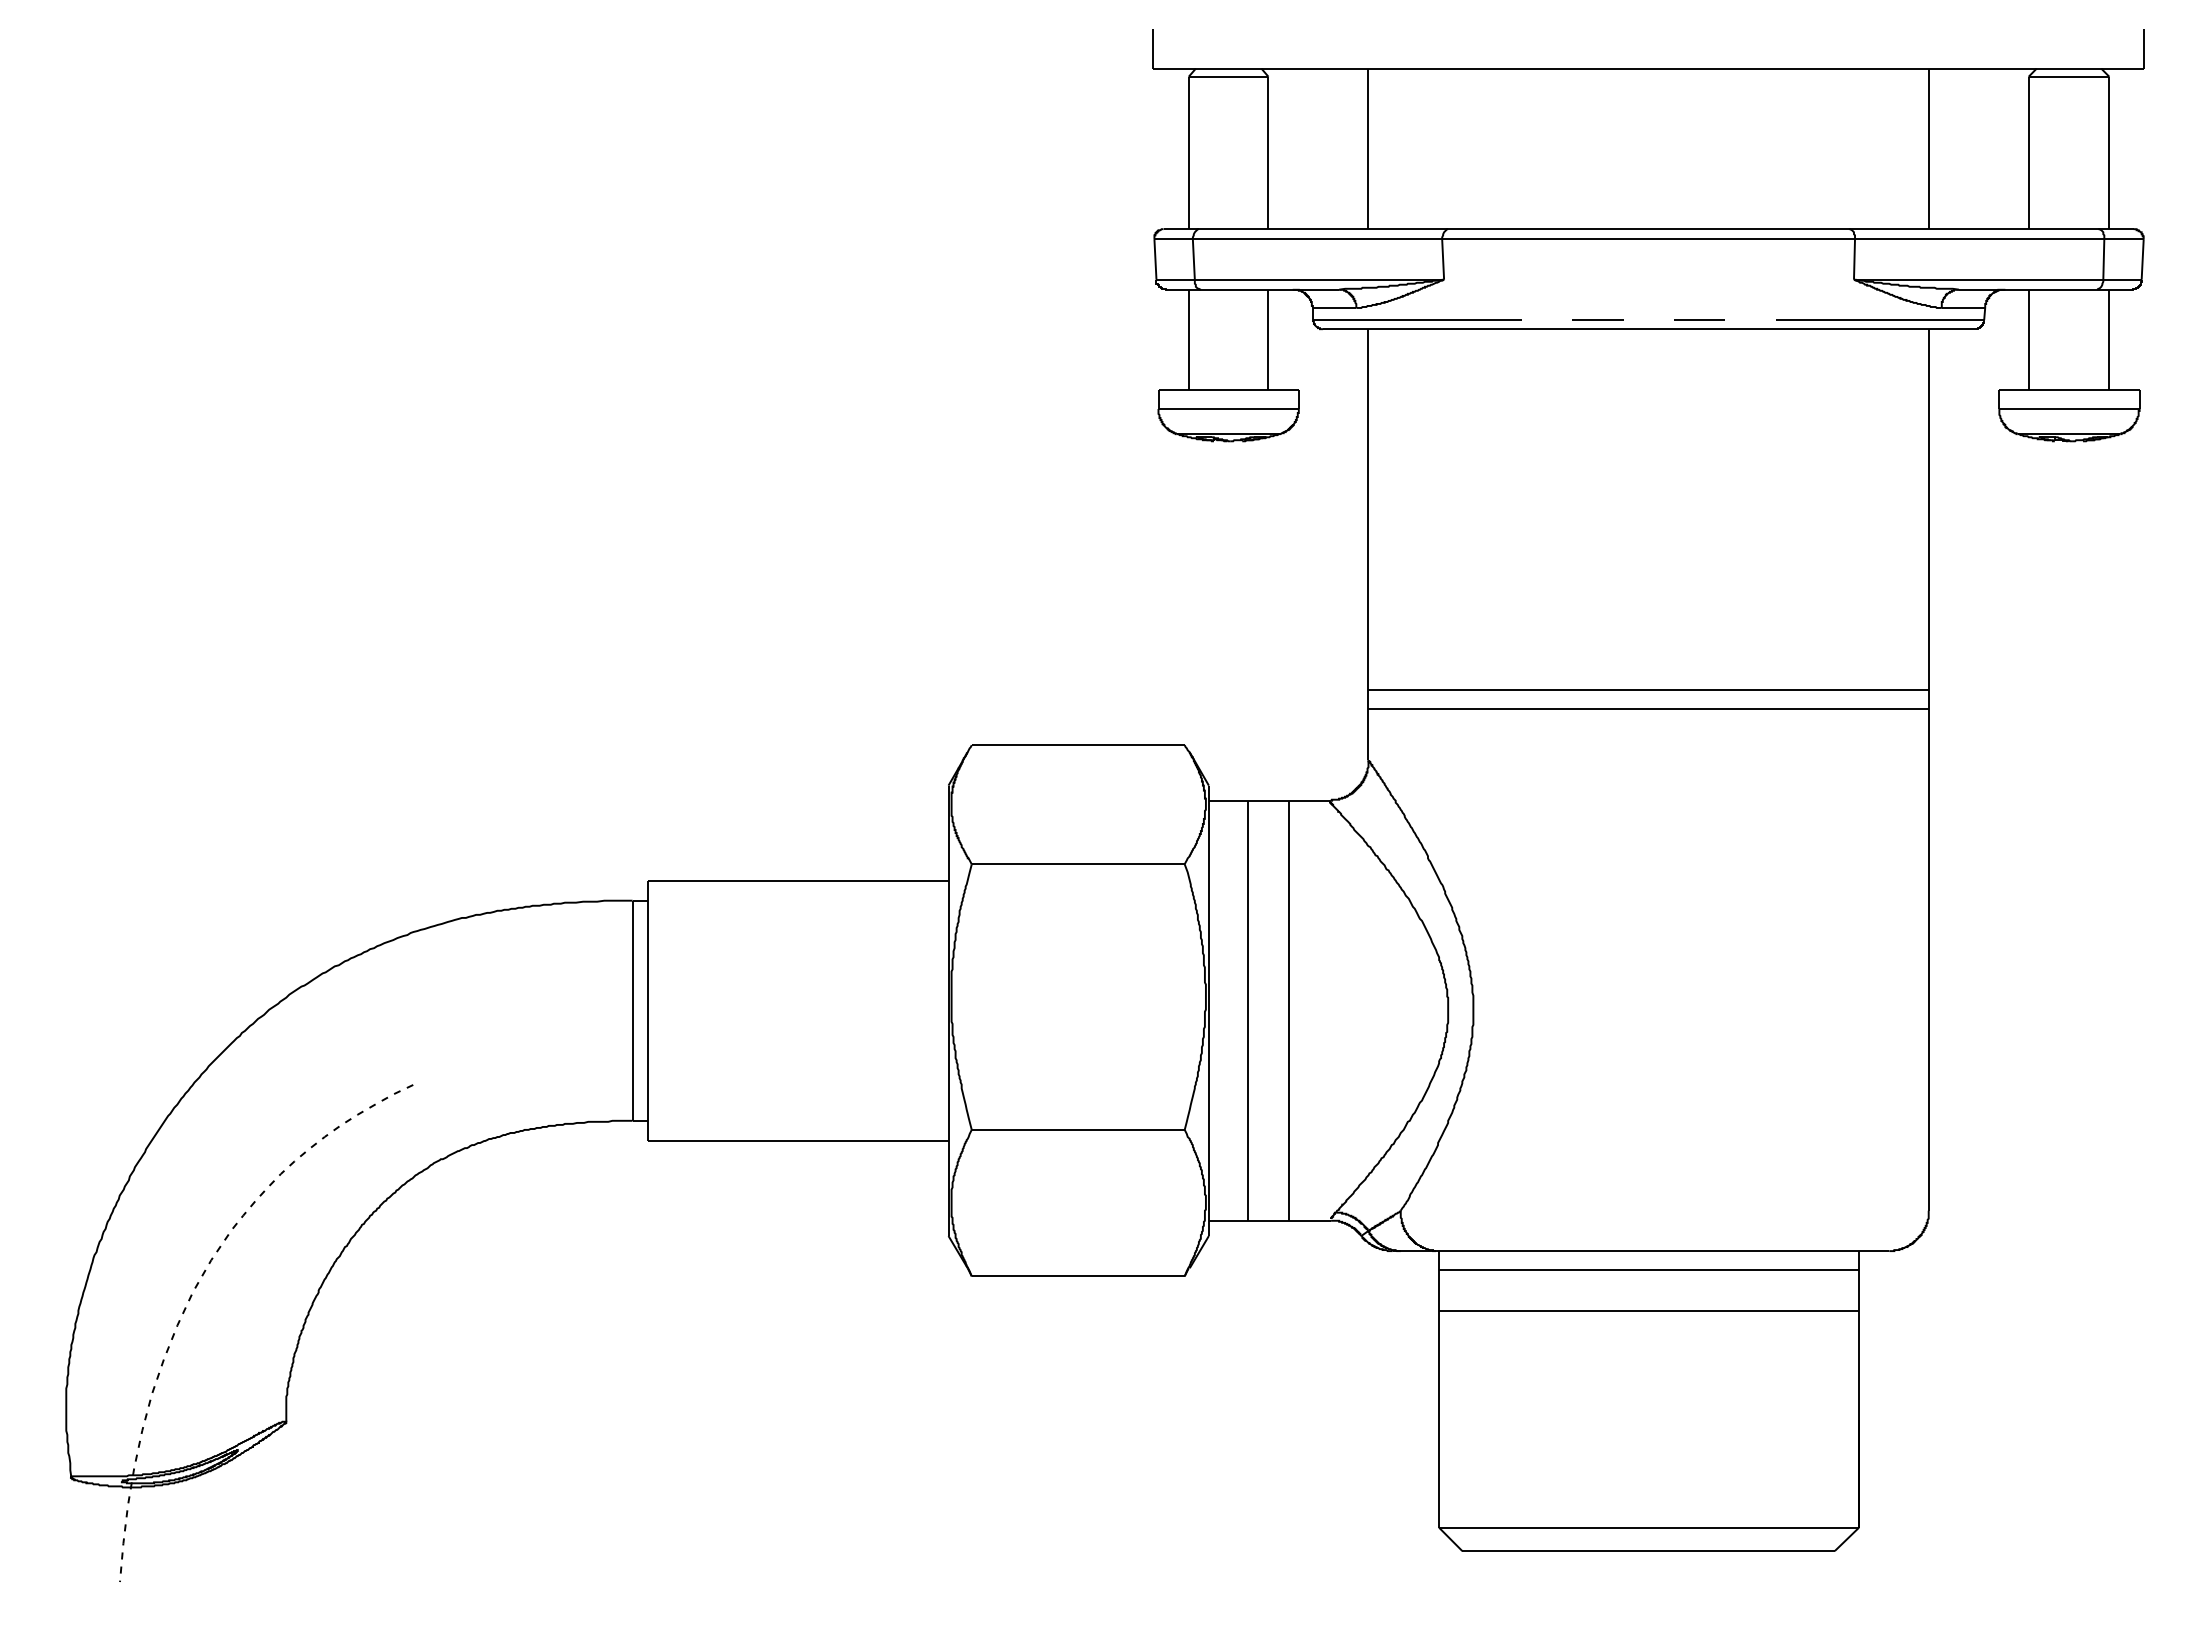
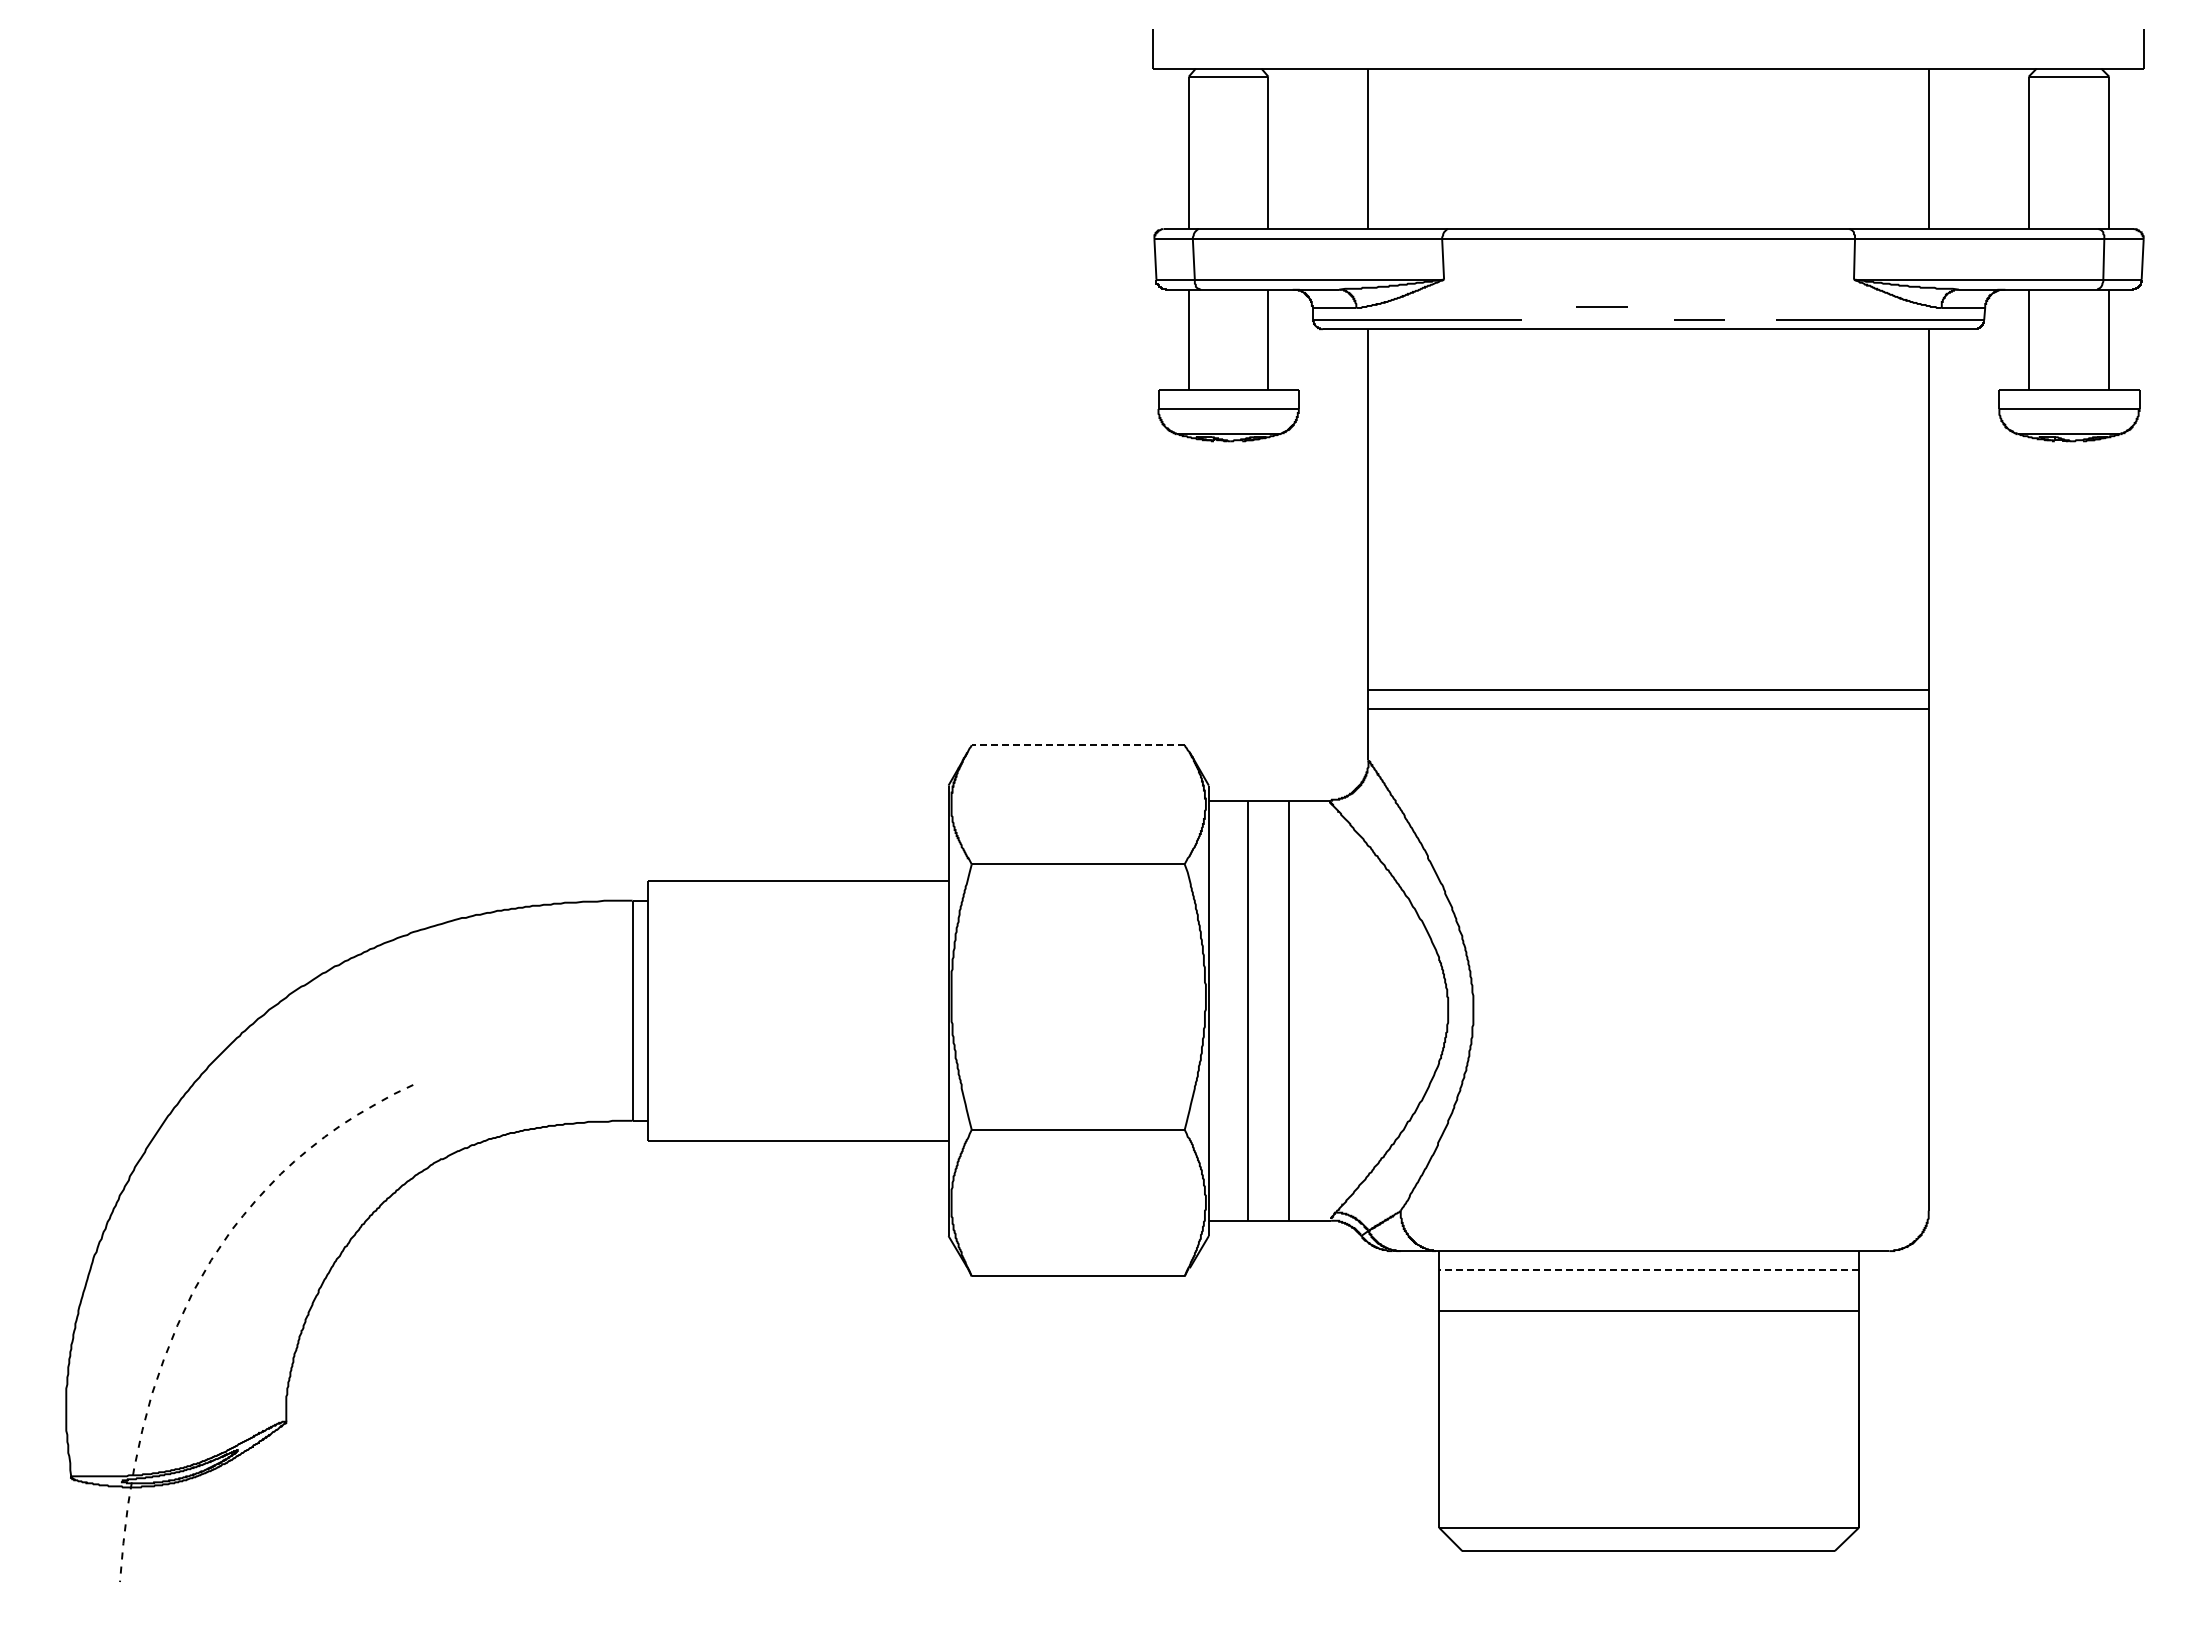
line at (1597, 319) position: (1597, 319) -> (1601, 306)
line at (1077, 745): solid -> dashed
line at (1649, 1270): solid -> dashed
